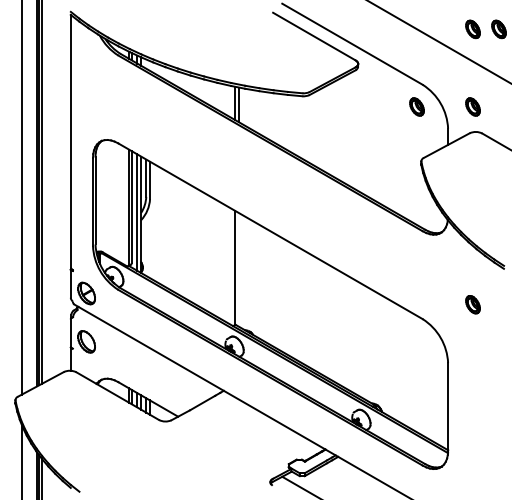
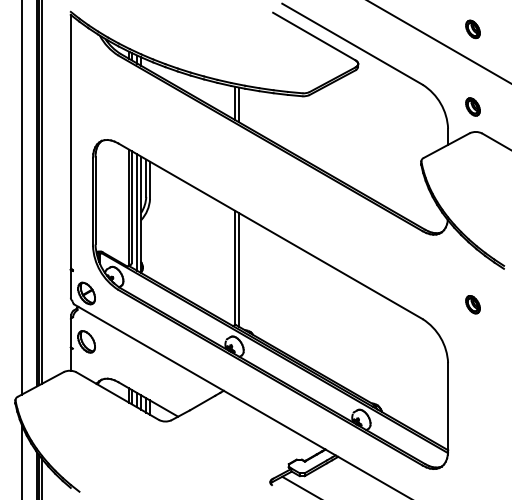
part at (498, 29): present -> none
part at (416, 106): present -> none
line at (238, 269): none -> present
